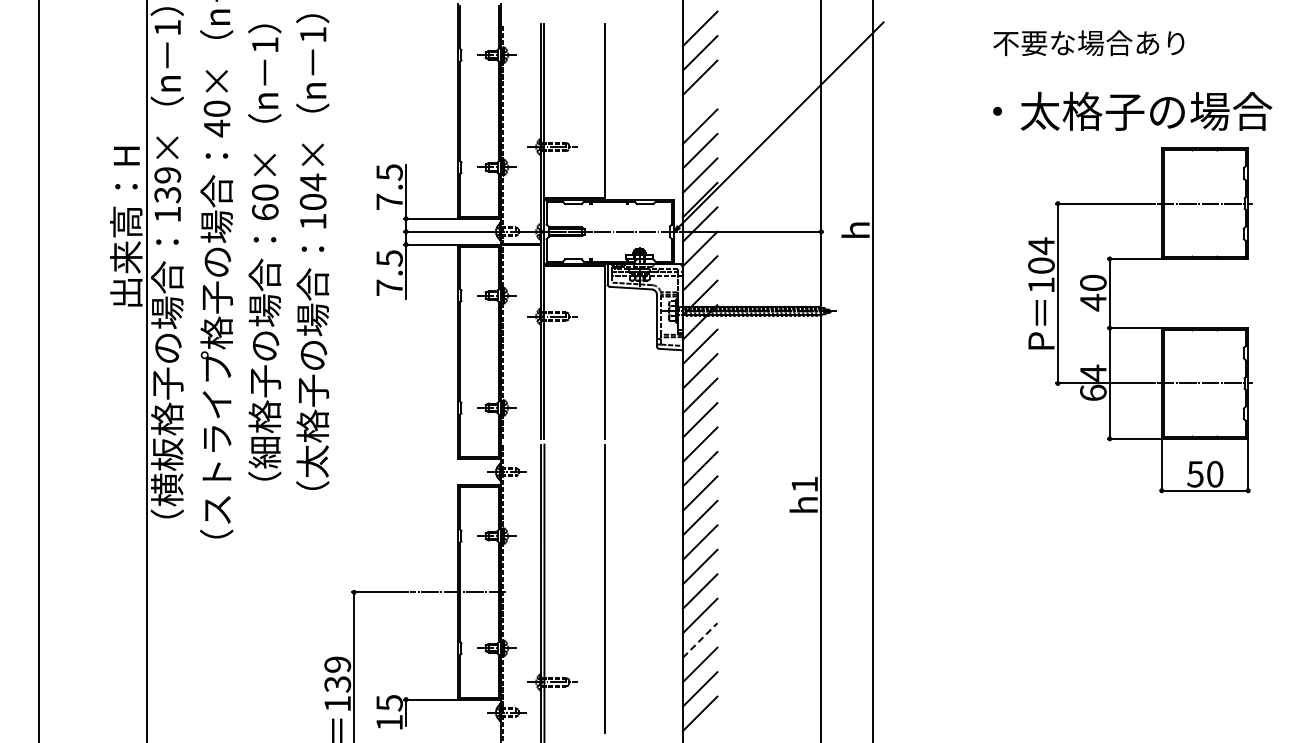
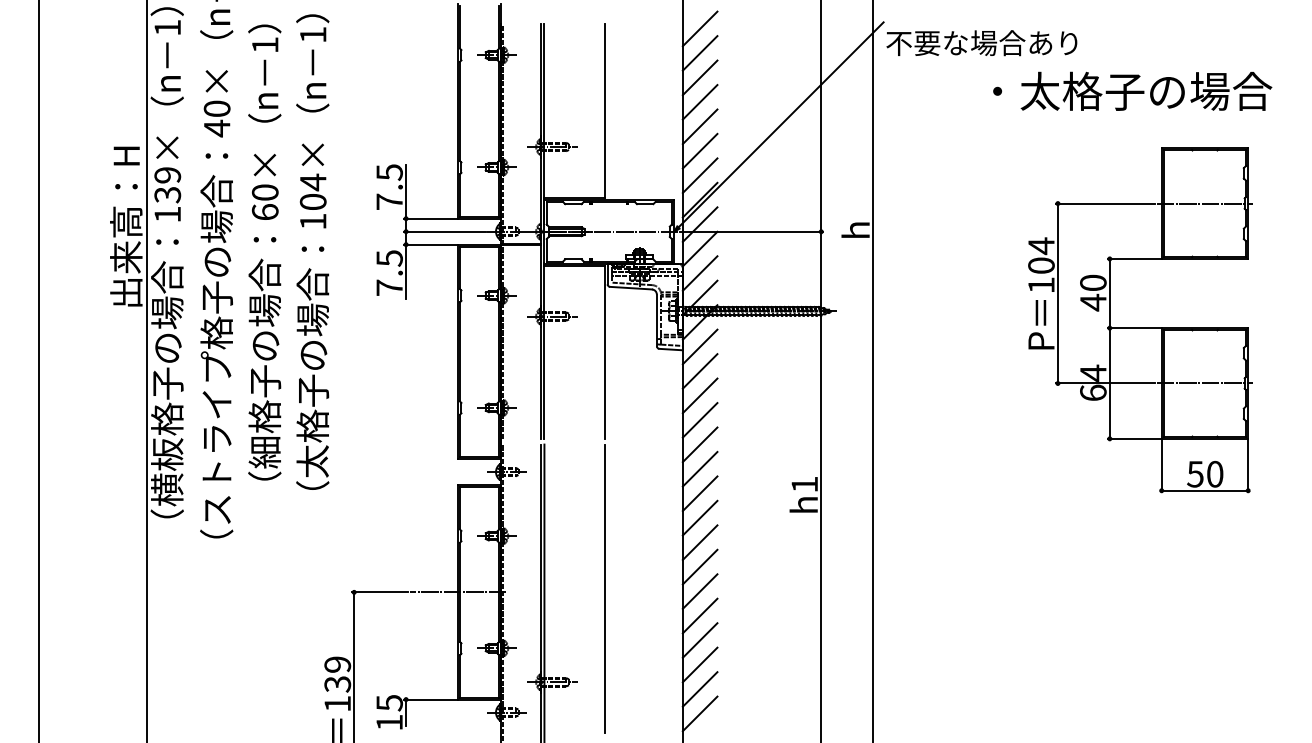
text at (1088, 43) position: (1088, 43) -> (981, 43)
line at (699, 102): none -> present
text at (1132, 110) position: (1132, 110) -> (1132, 90)
line at (700, 640): dashed -> solid
